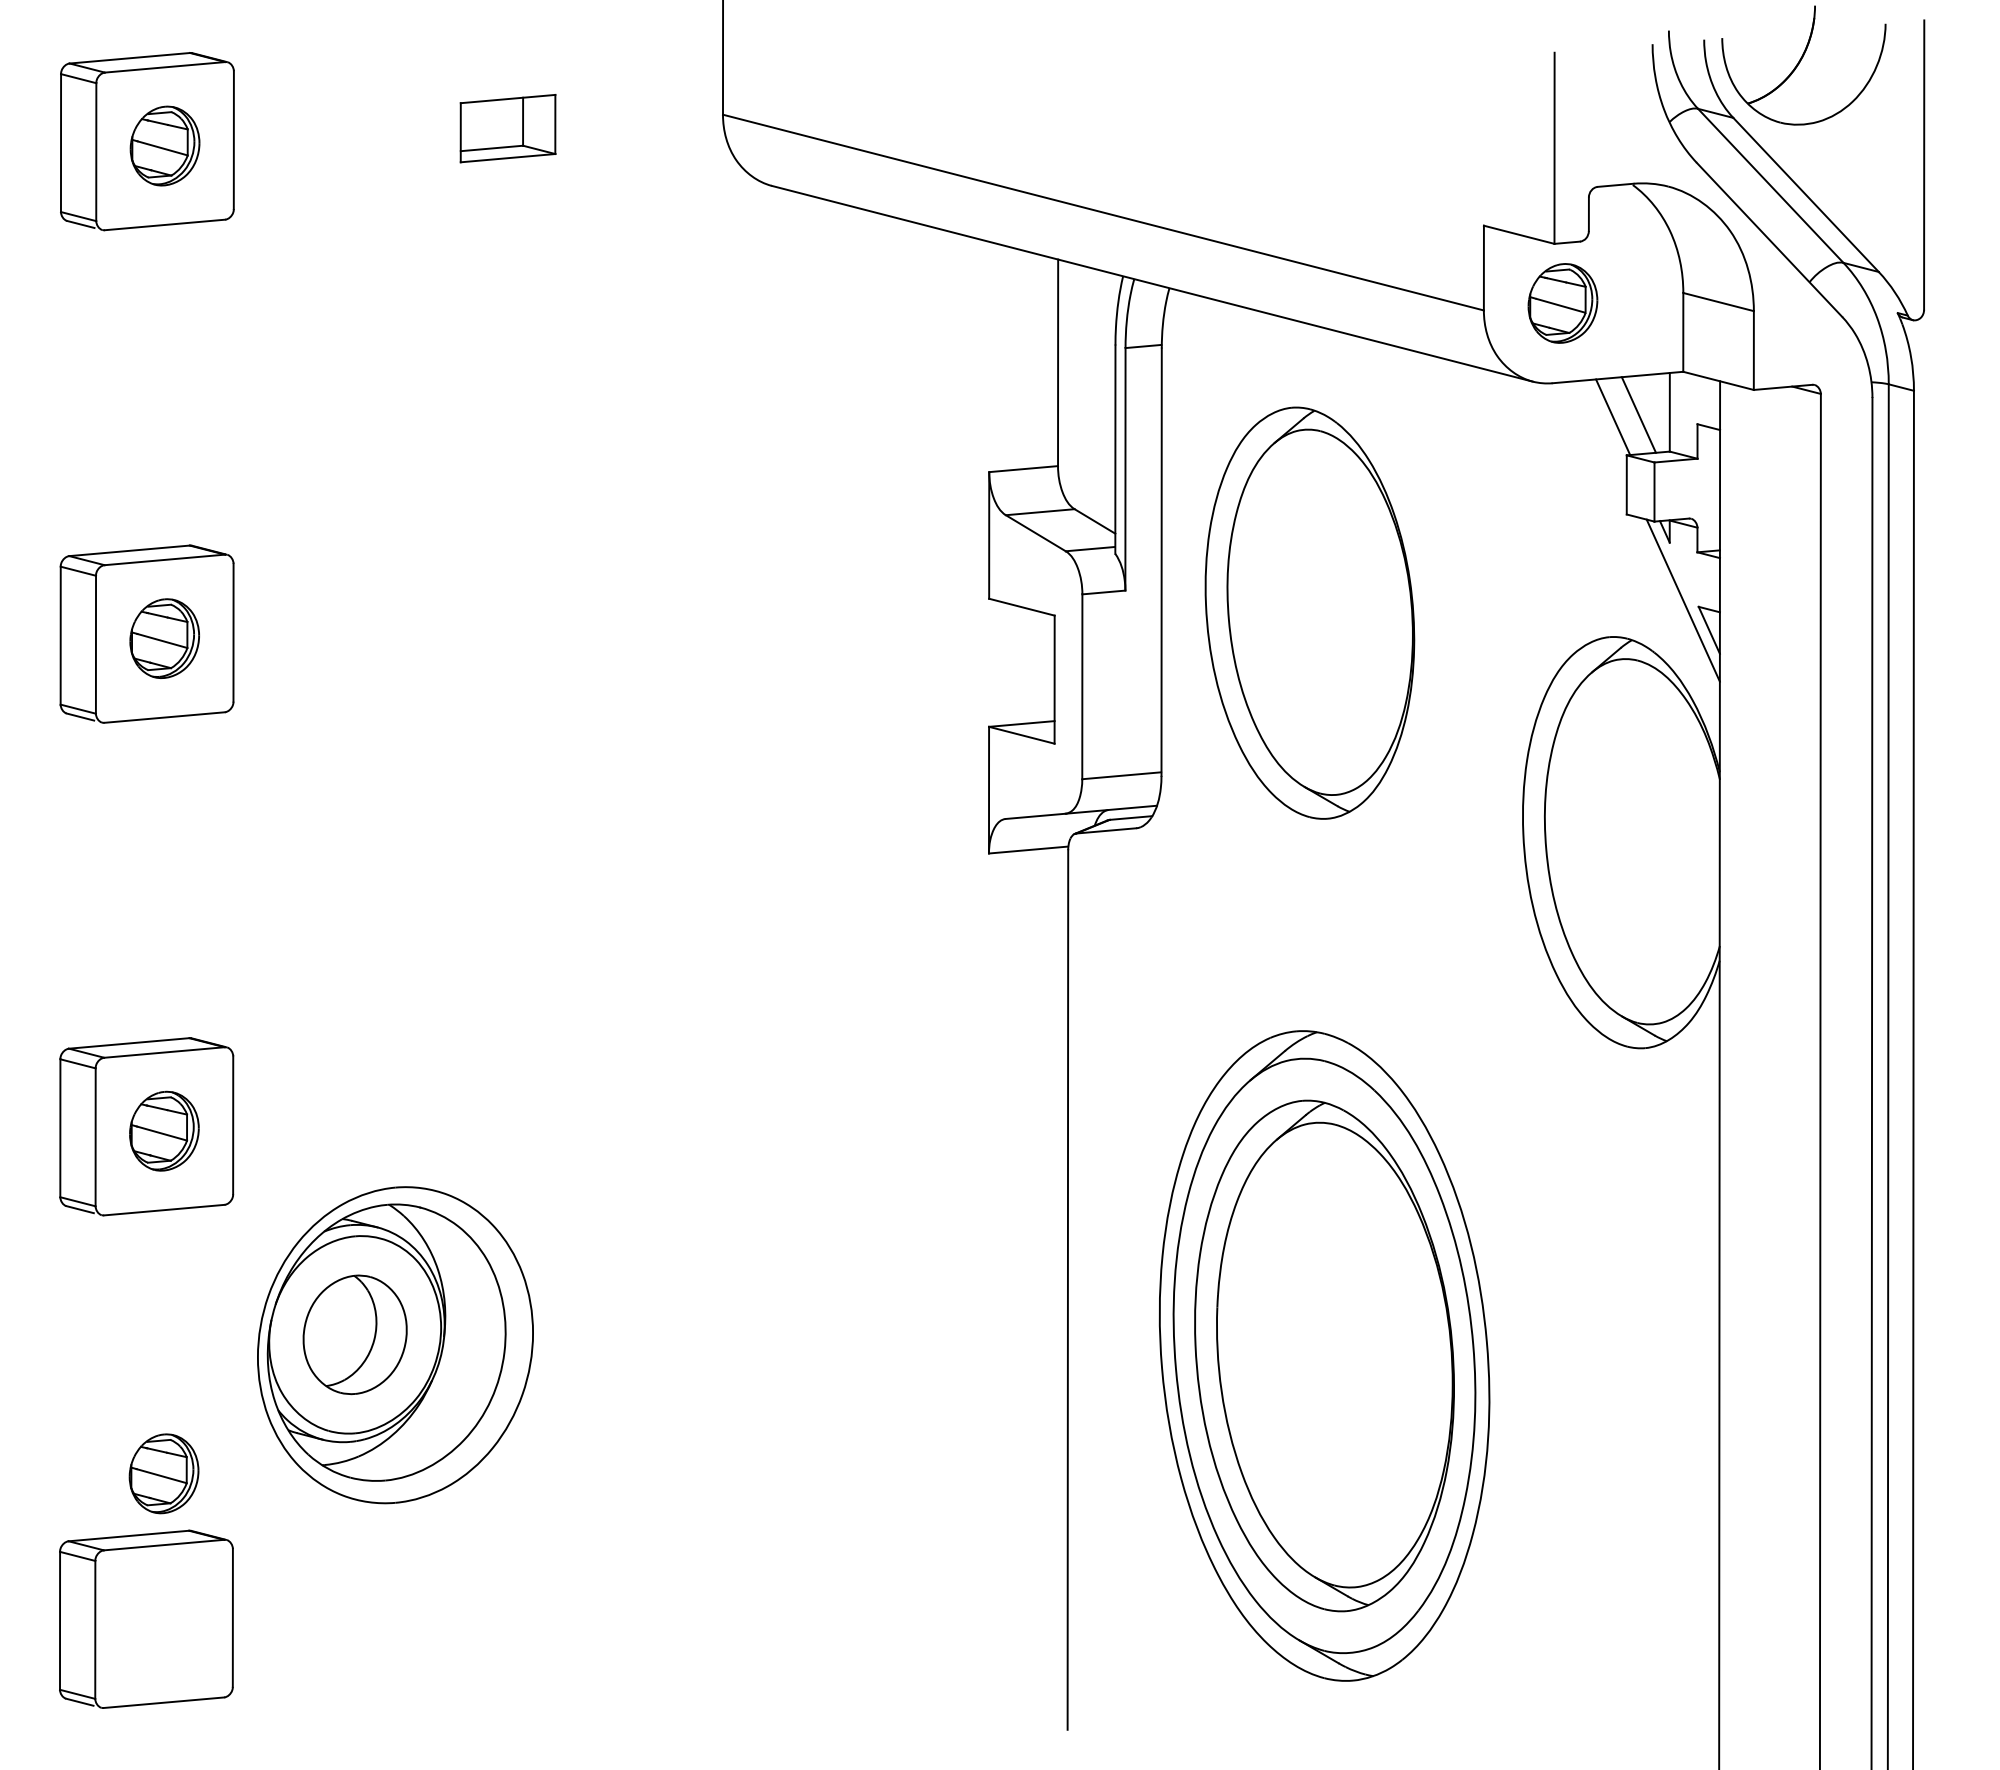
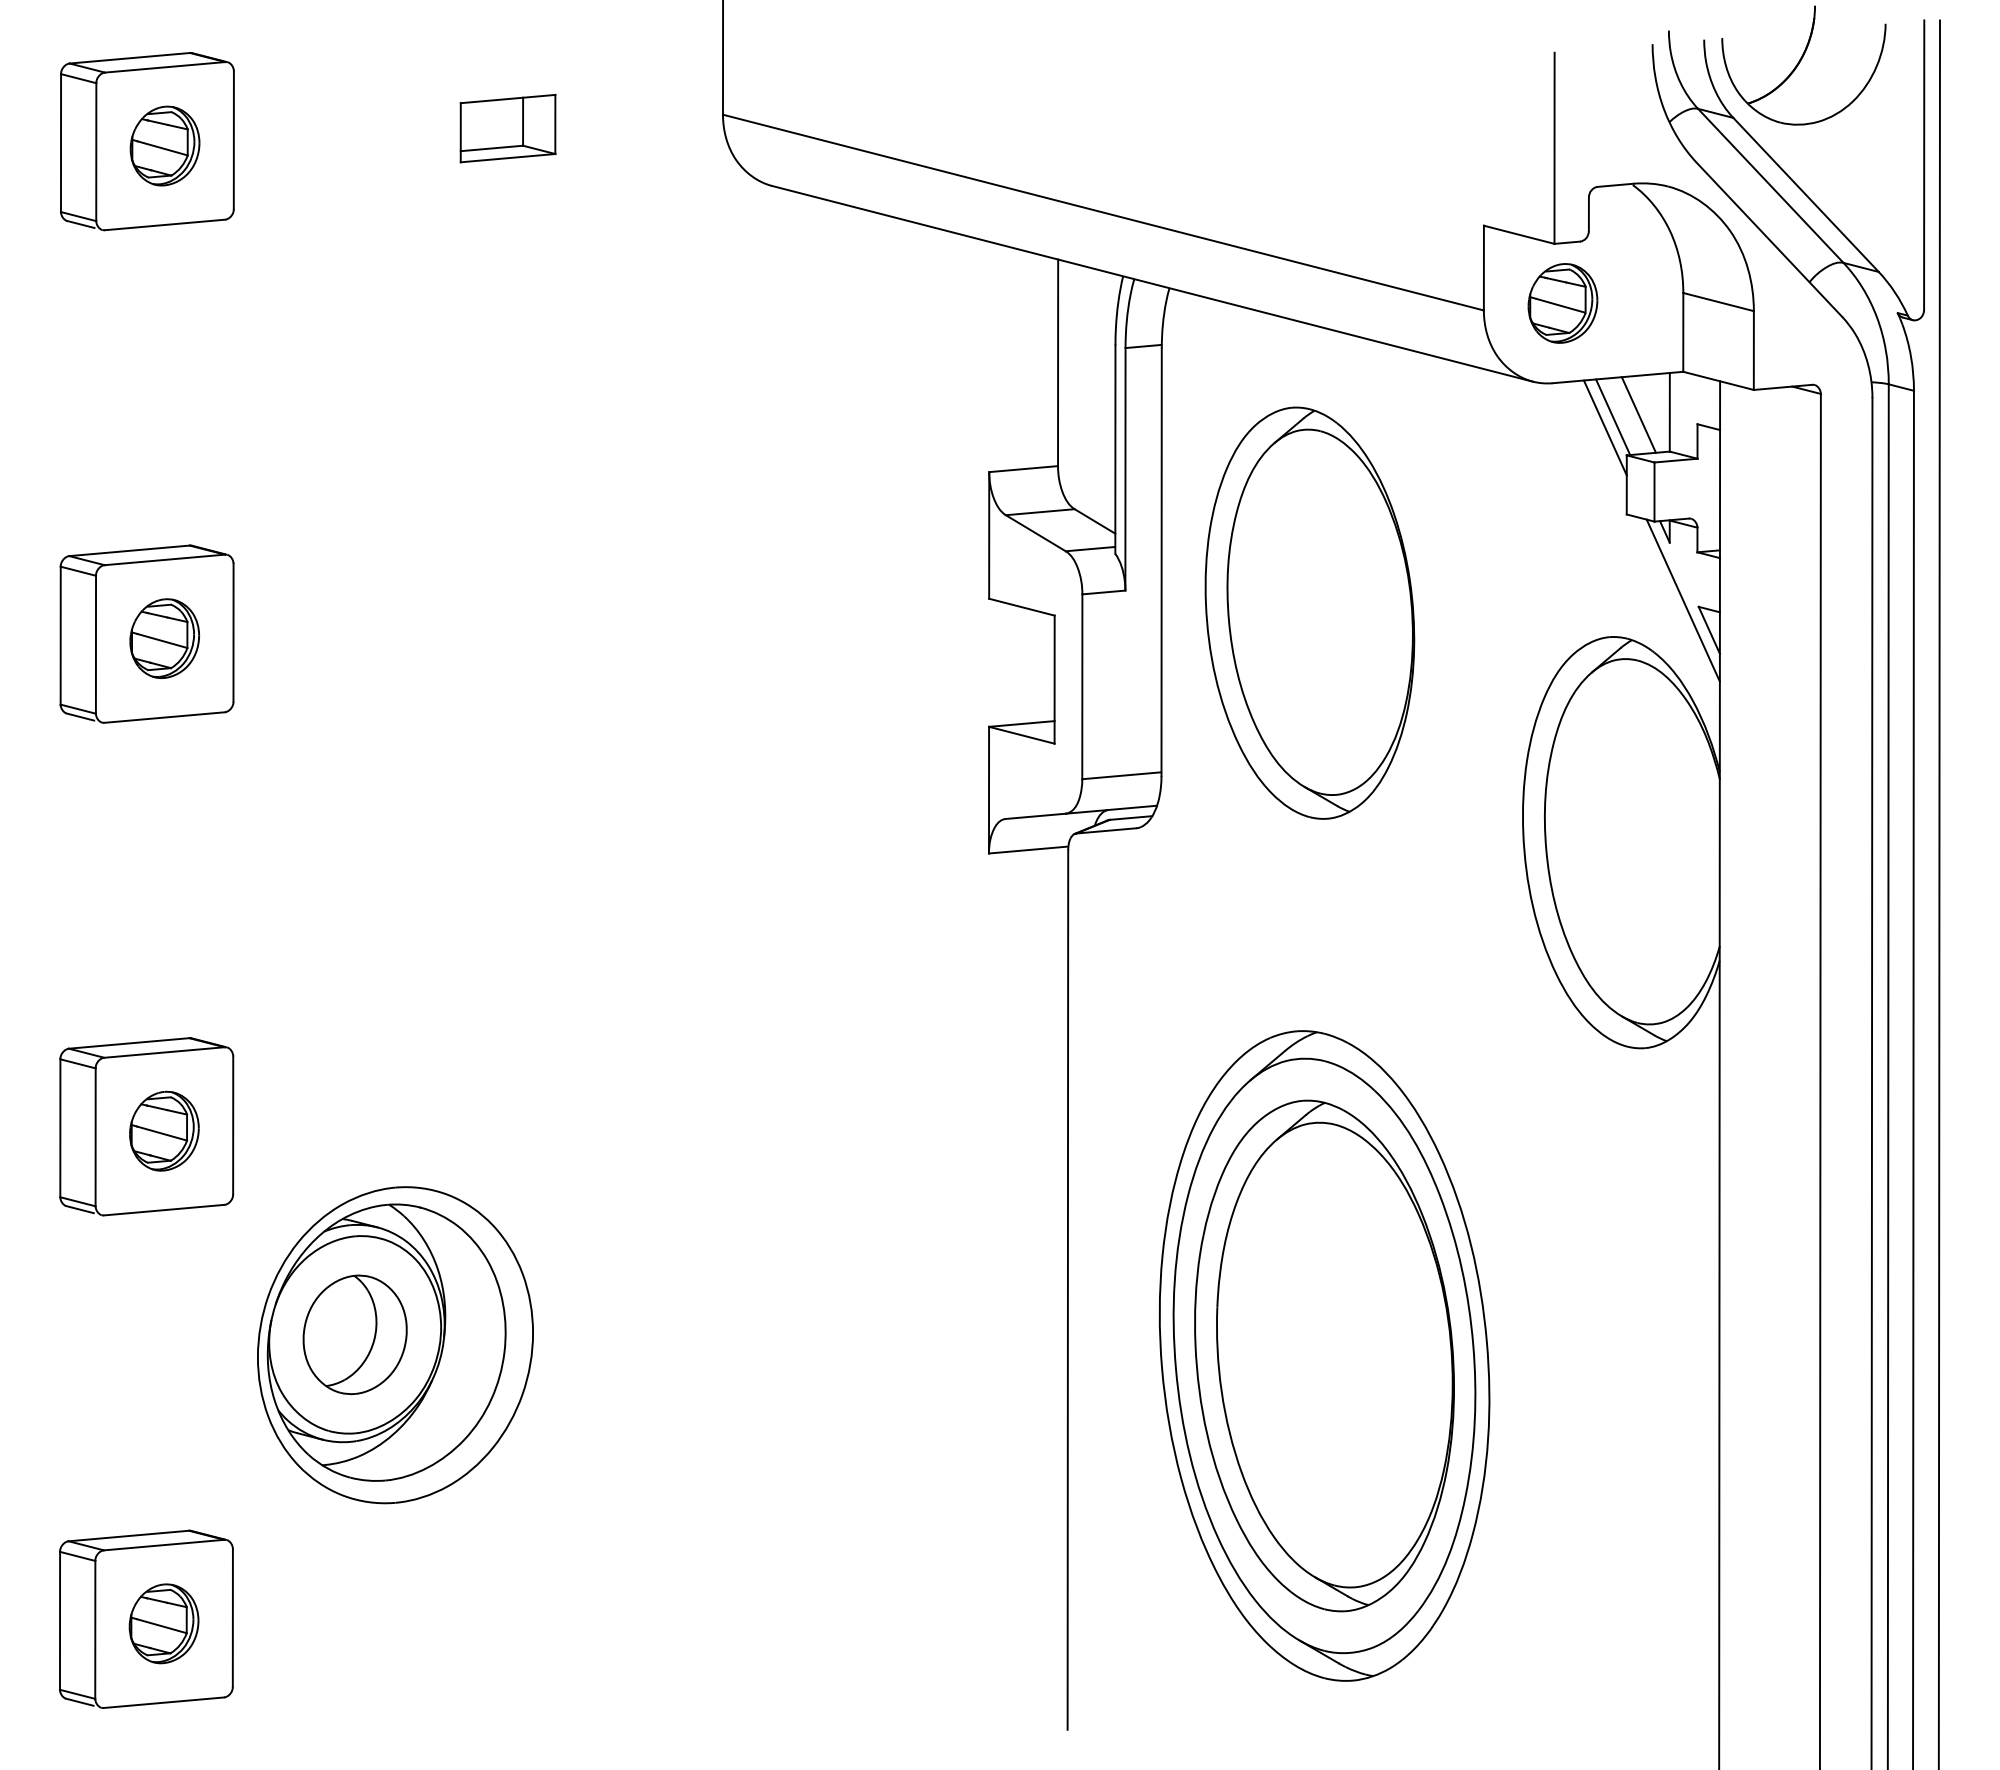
line at (1604, 427): none -> present
line at (1939, 893): none -> present
part at (163, 1473) position: (163, 1473) -> (163, 1623)
